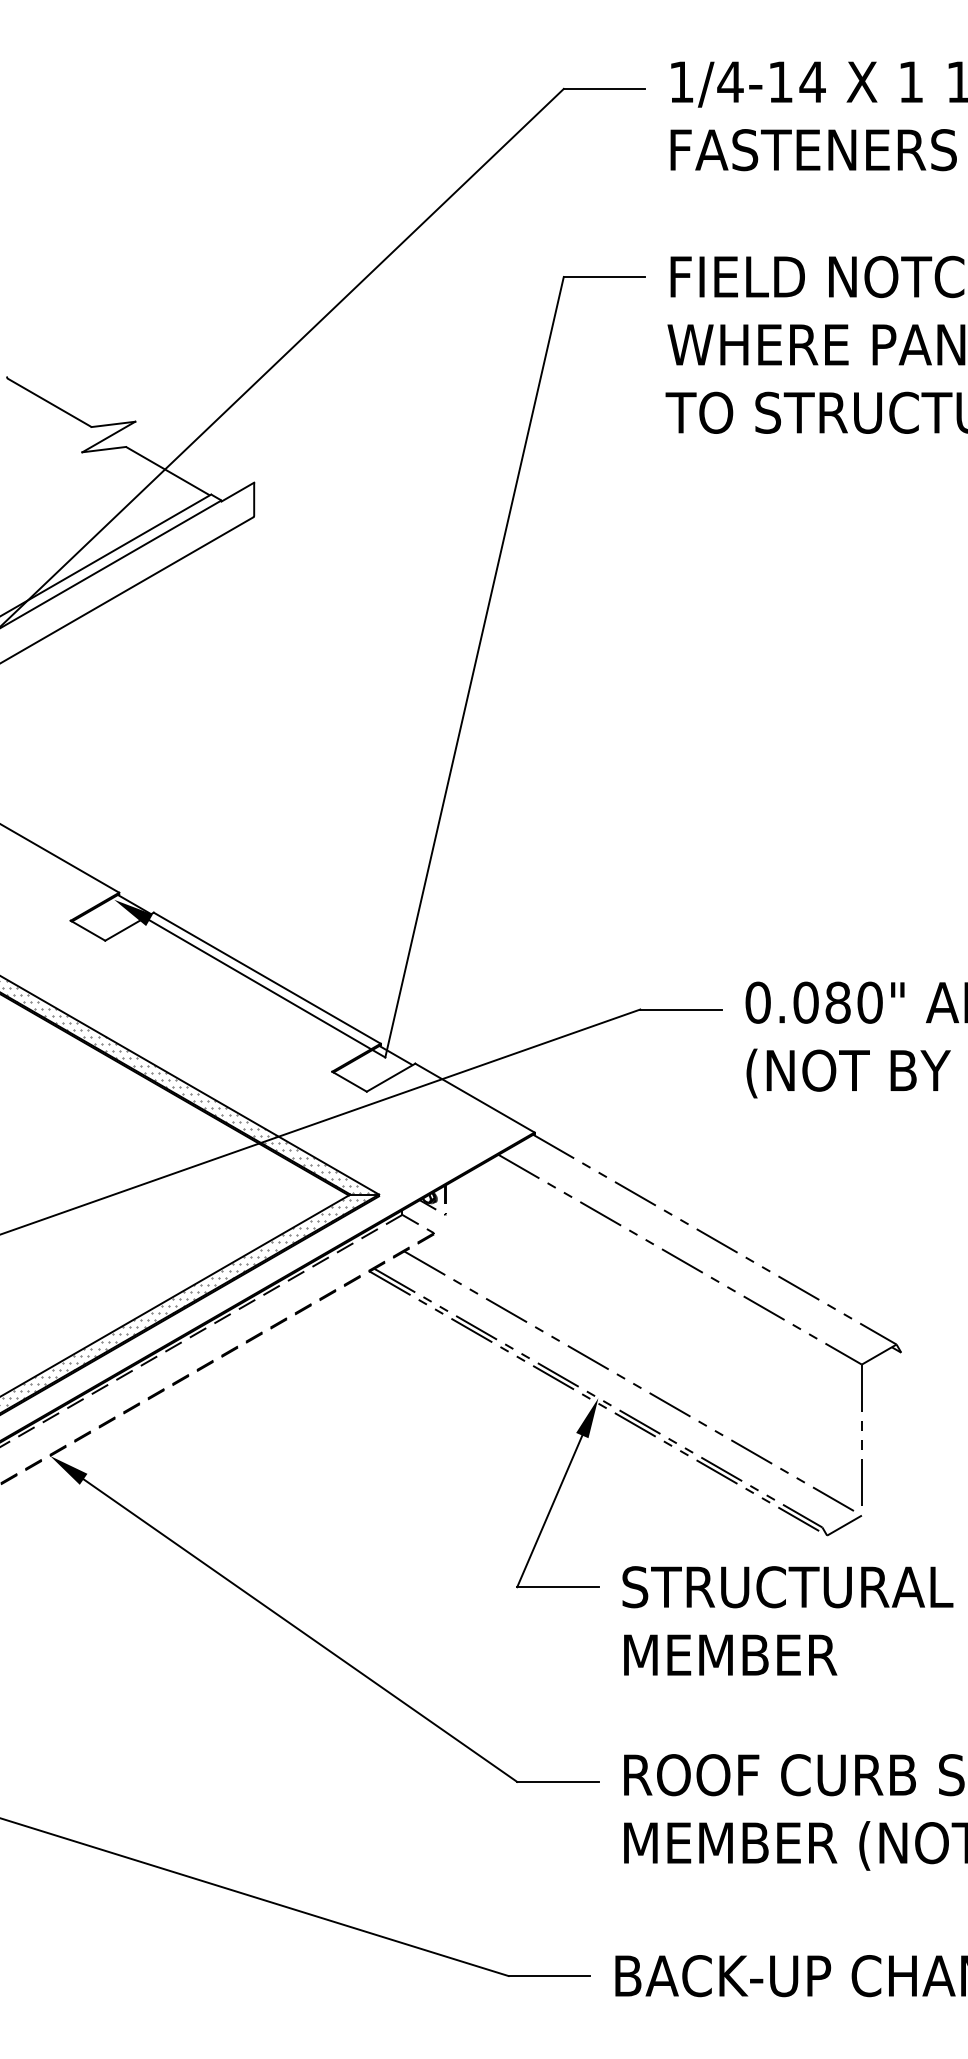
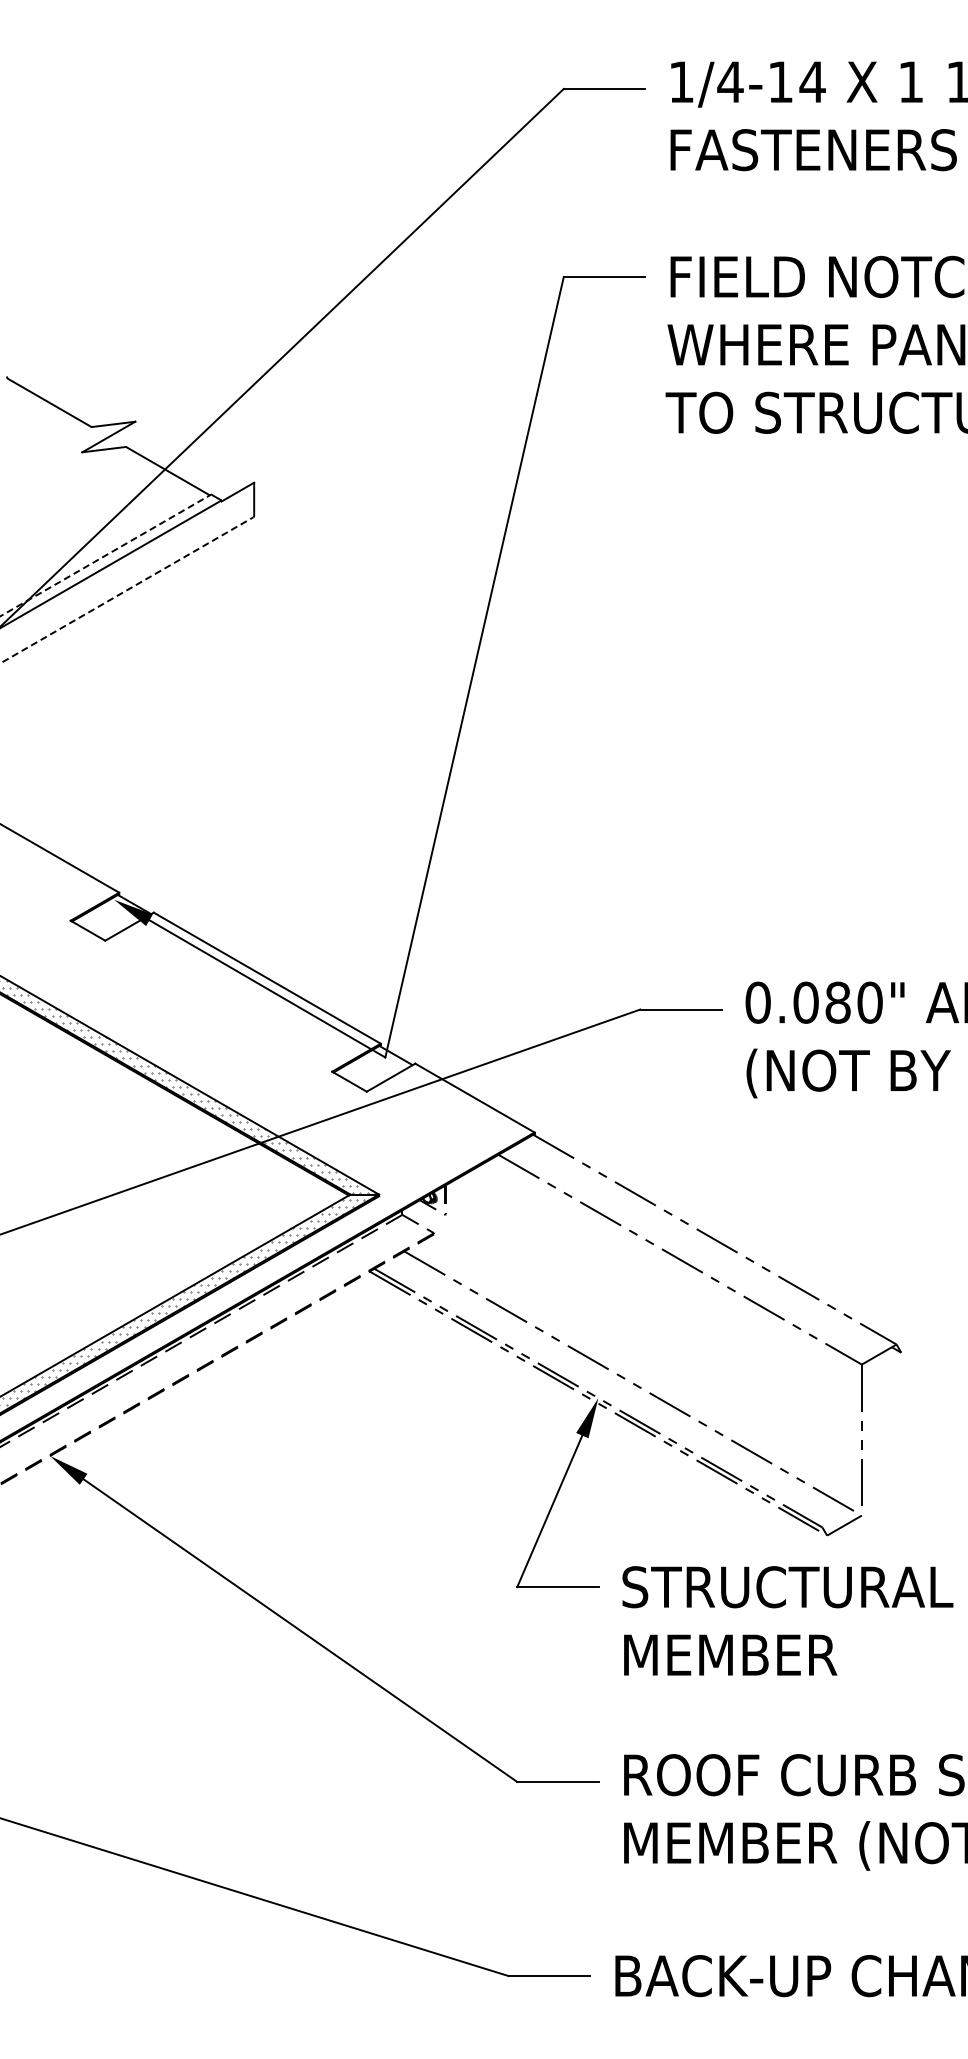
line at (106, 555): solid -> dashed
line at (126, 590): solid -> dashed
